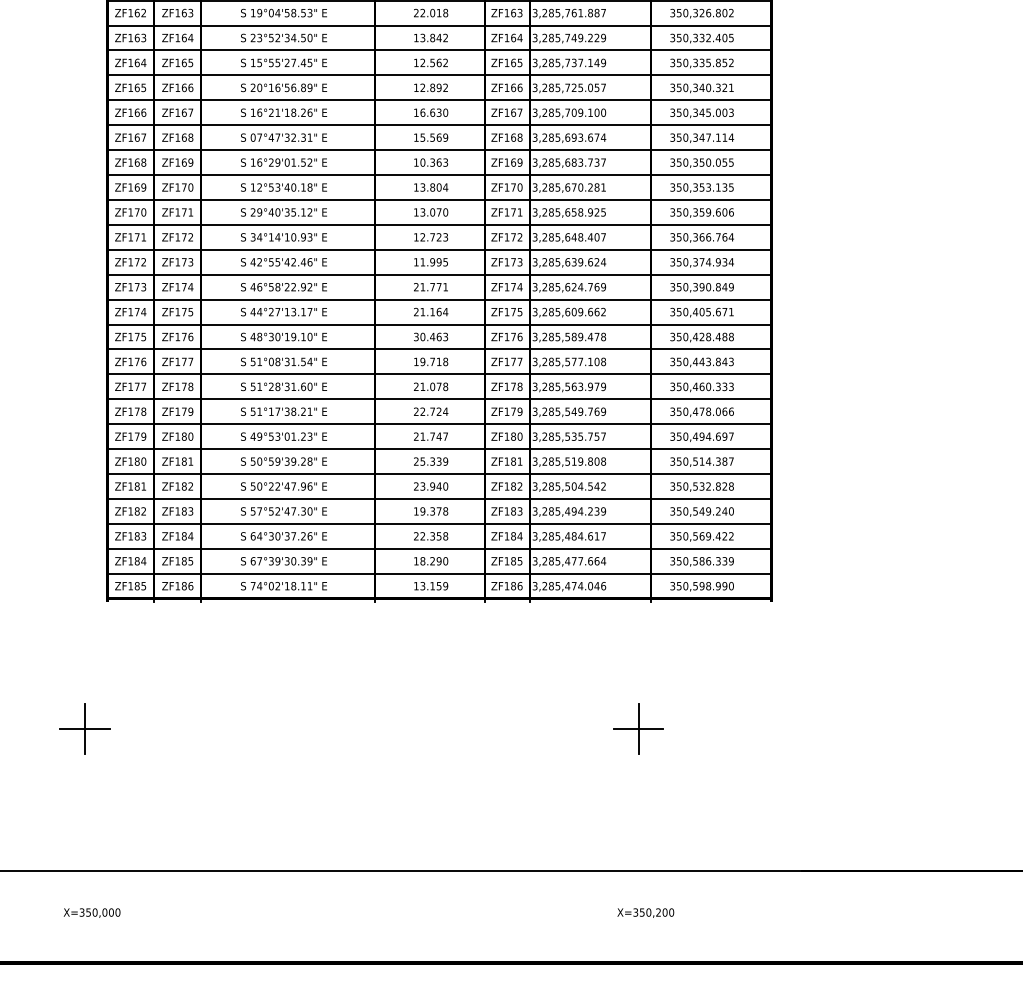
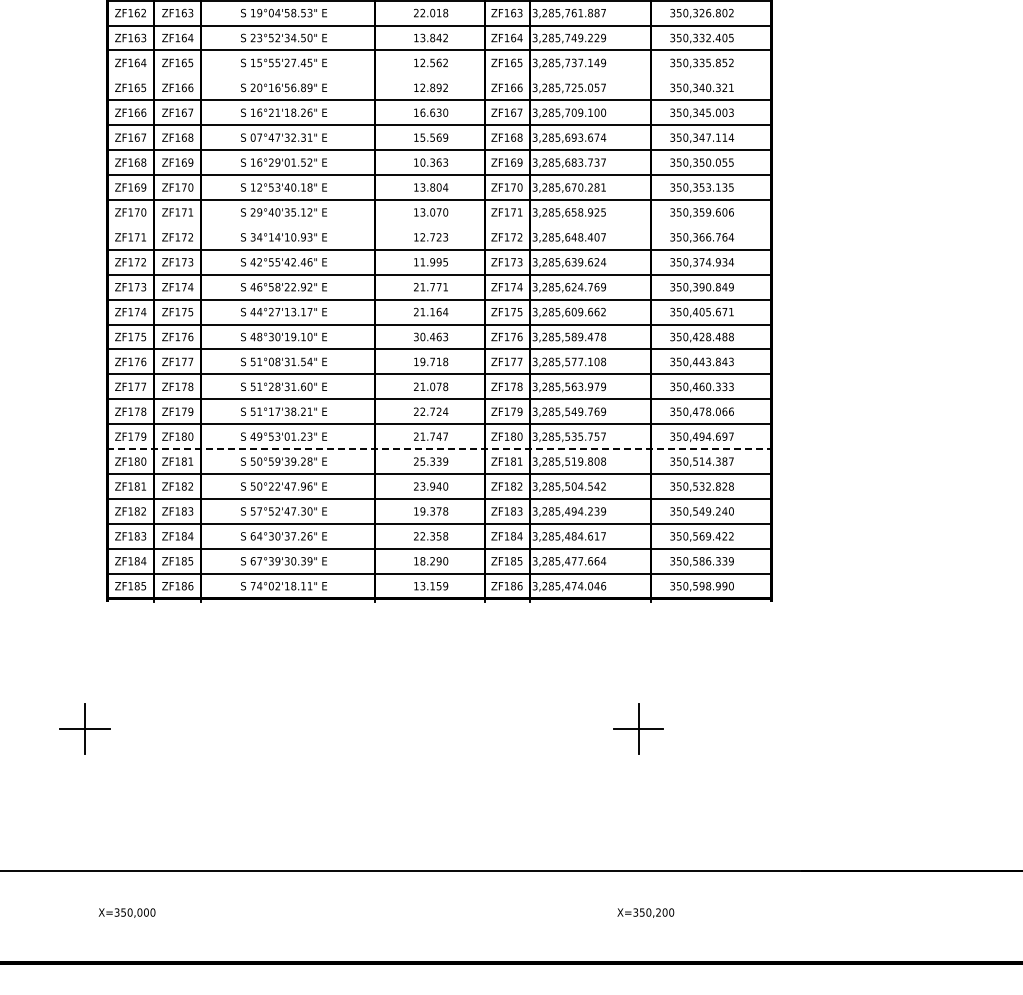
line at (439, 75): present -> none
line at (439, 224): present -> none
line at (439, 449): solid -> dashed
text at (91, 912) position: (91, 912) -> (126, 912)
